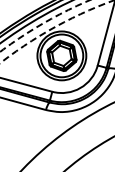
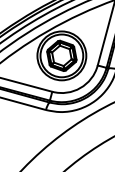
arc at (43, 23): dashed -> solid
arc at (54, 27): dashed -> solid
